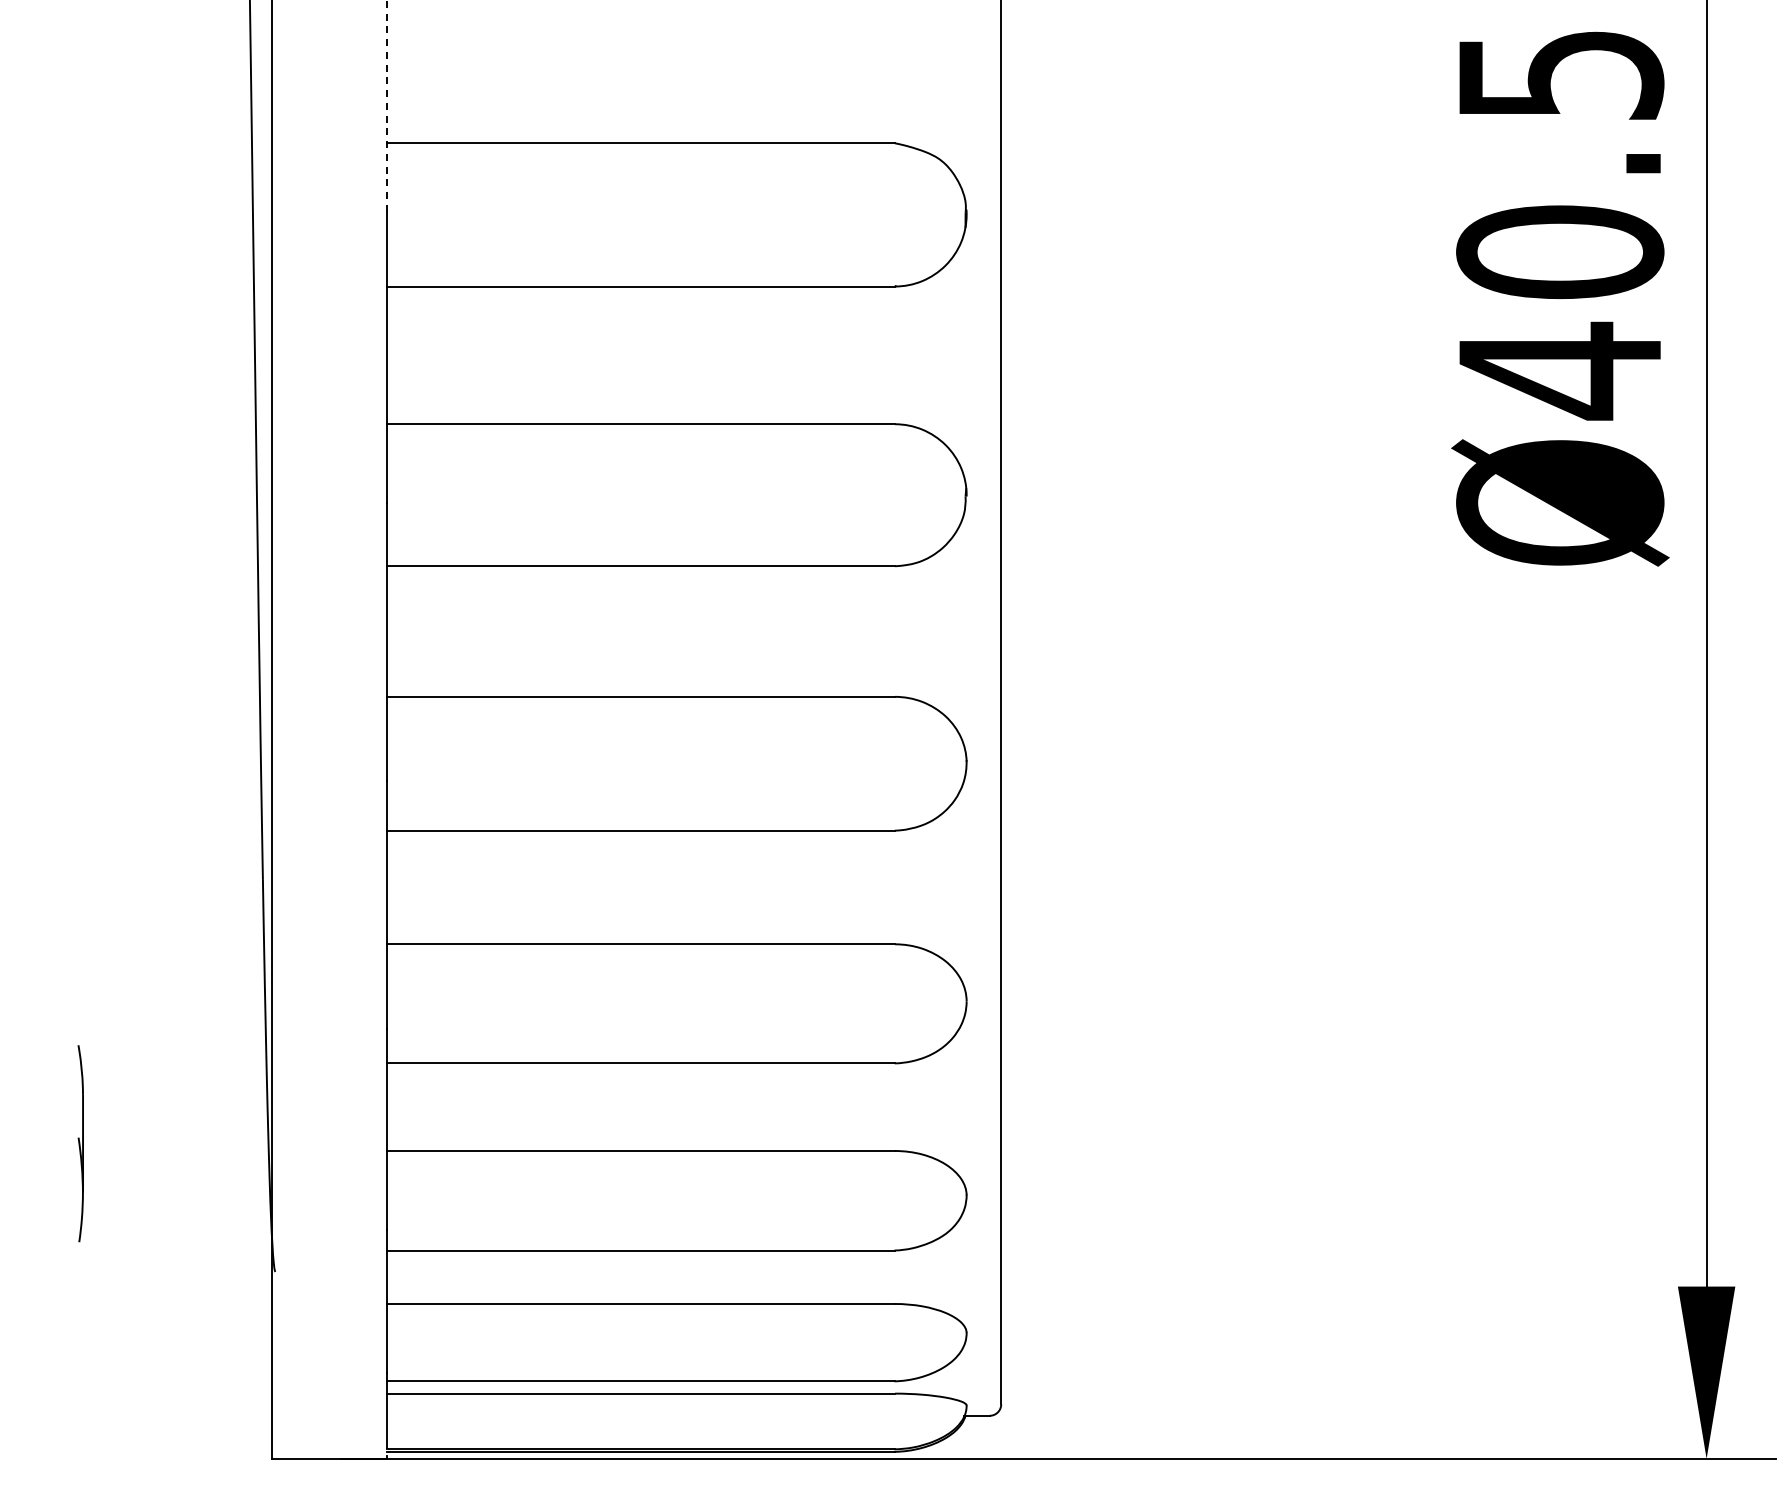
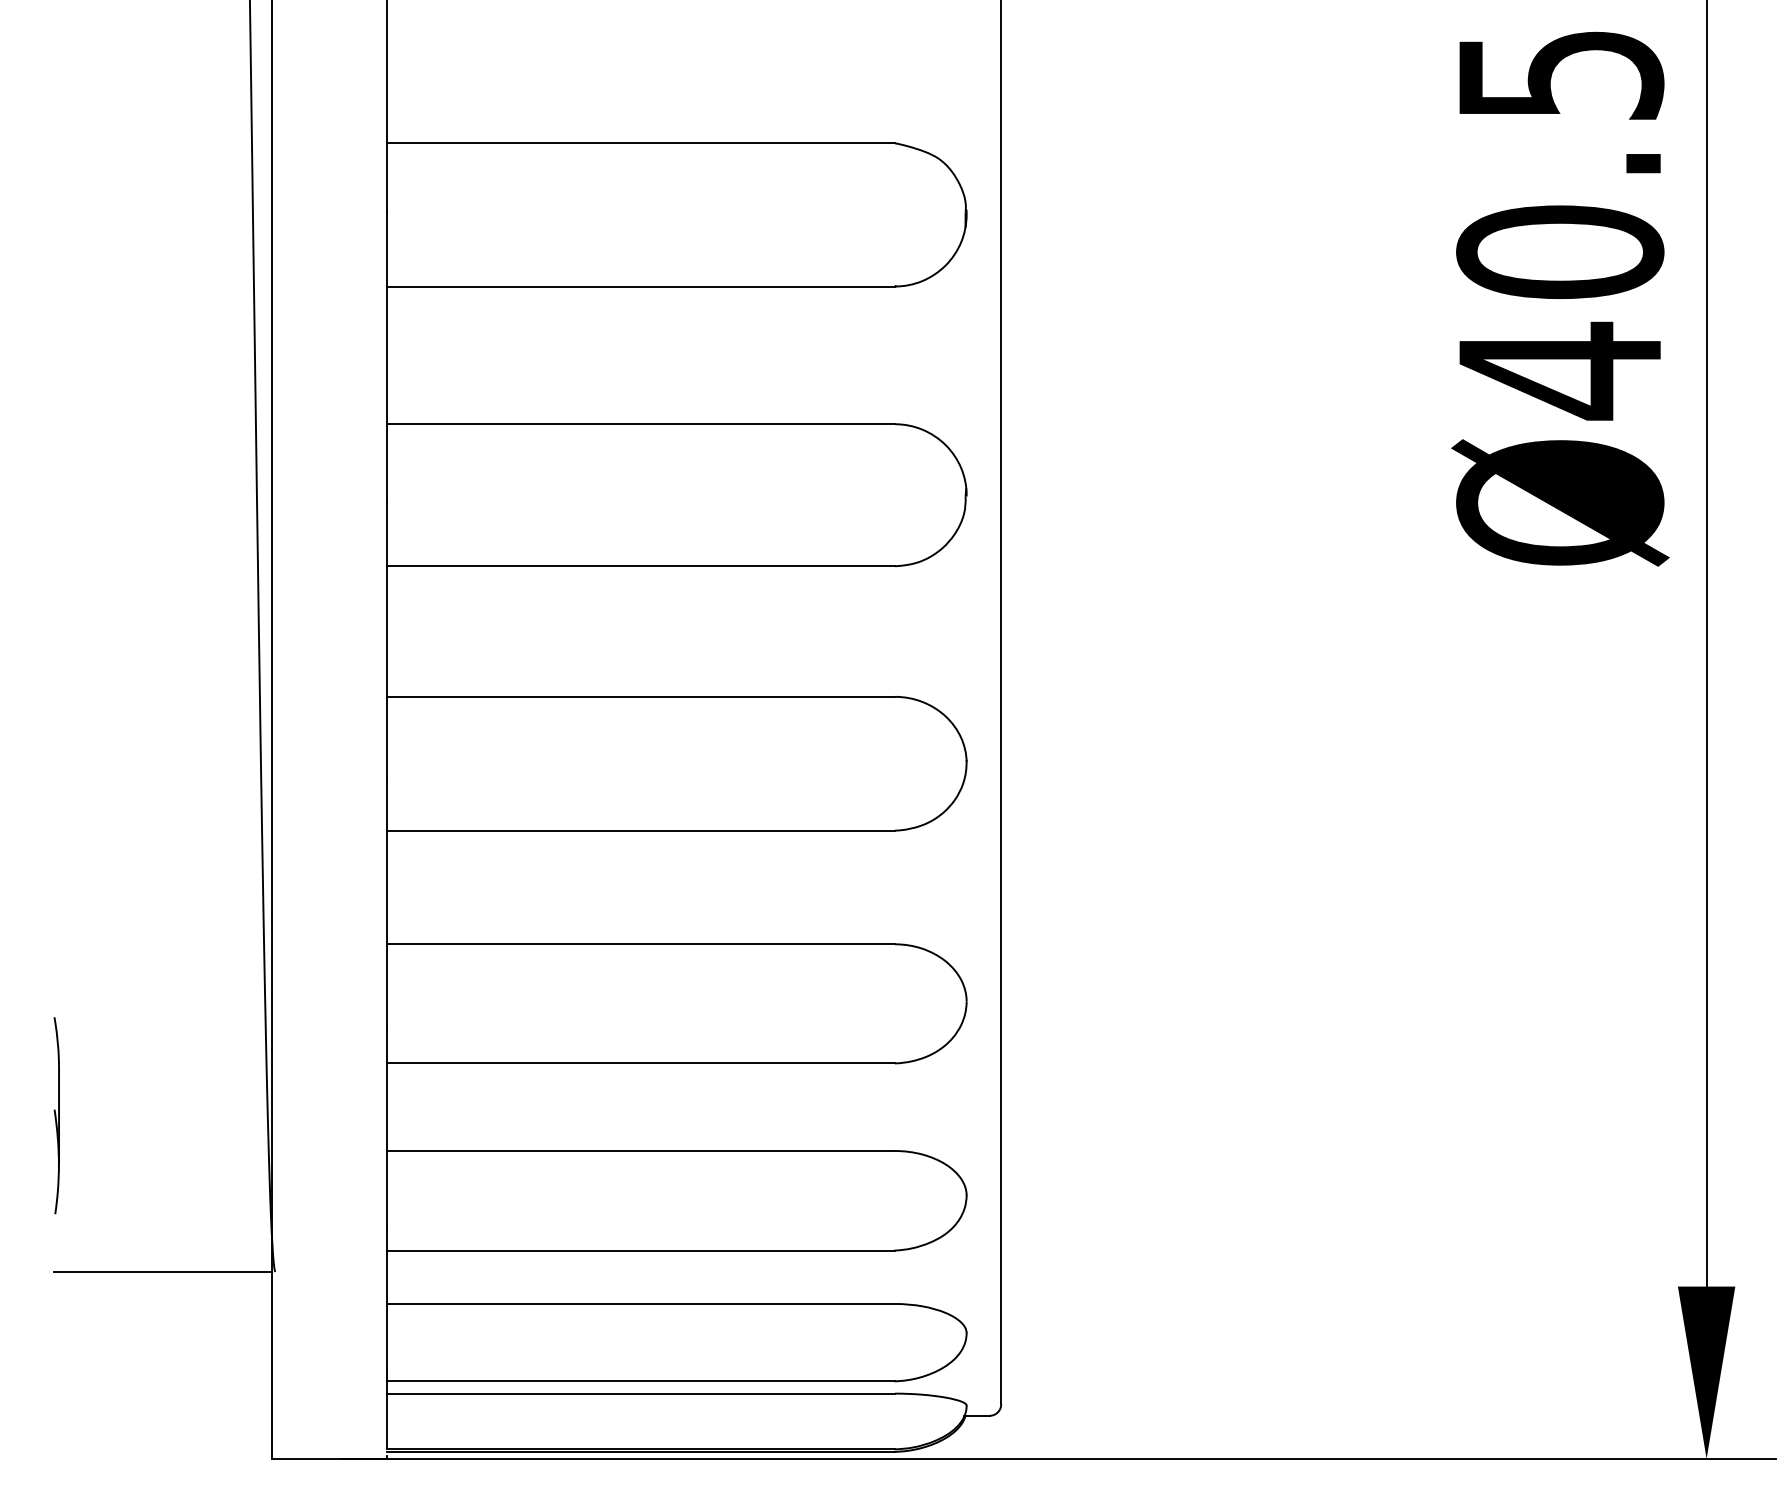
line at (386, 105): dashed -> solid
part at (80, 1143) position: (80, 1143) -> (56, 1115)
line at (162, 1272): none -> present
